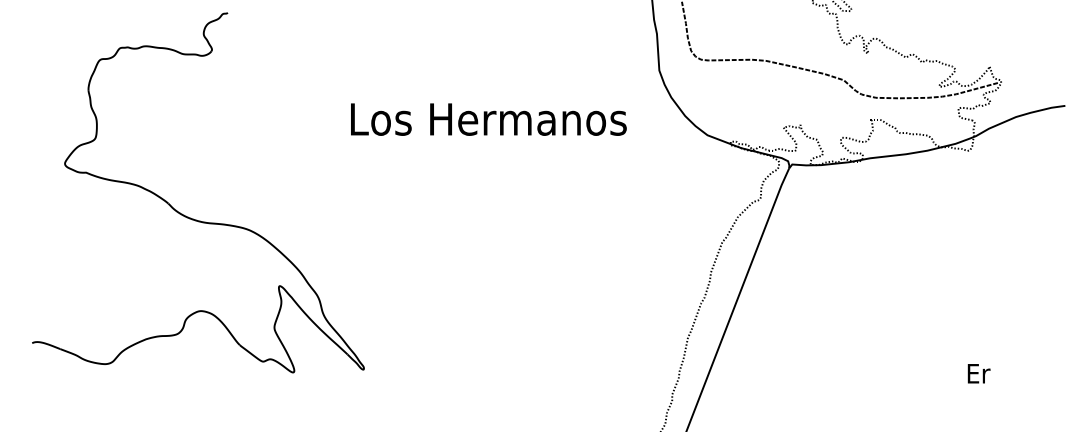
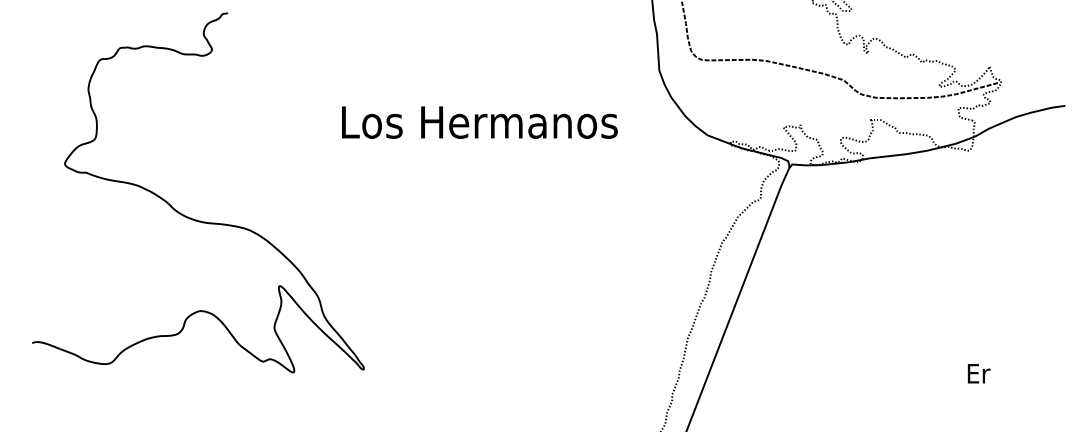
text at (488, 119) position: (488, 119) -> (479, 122)
